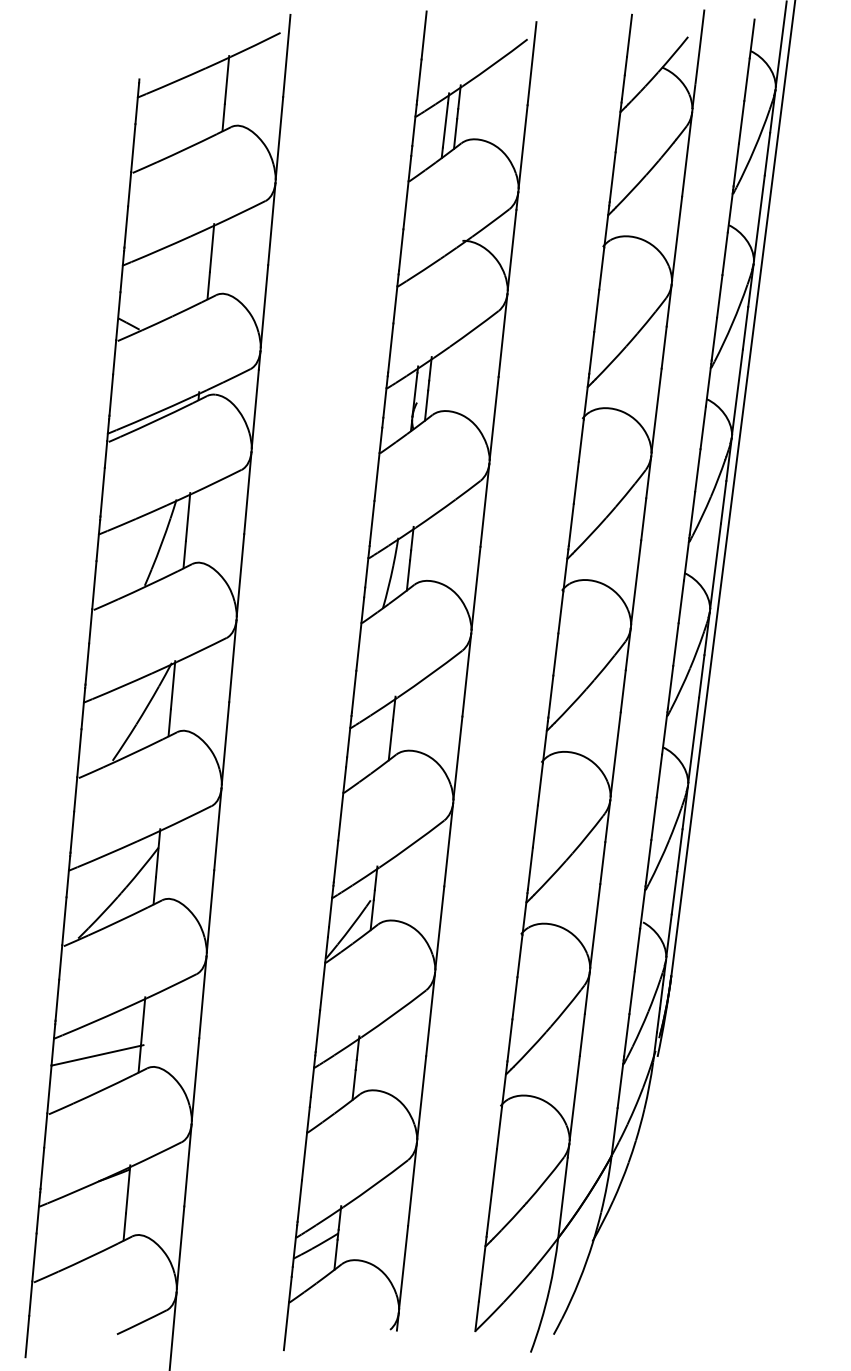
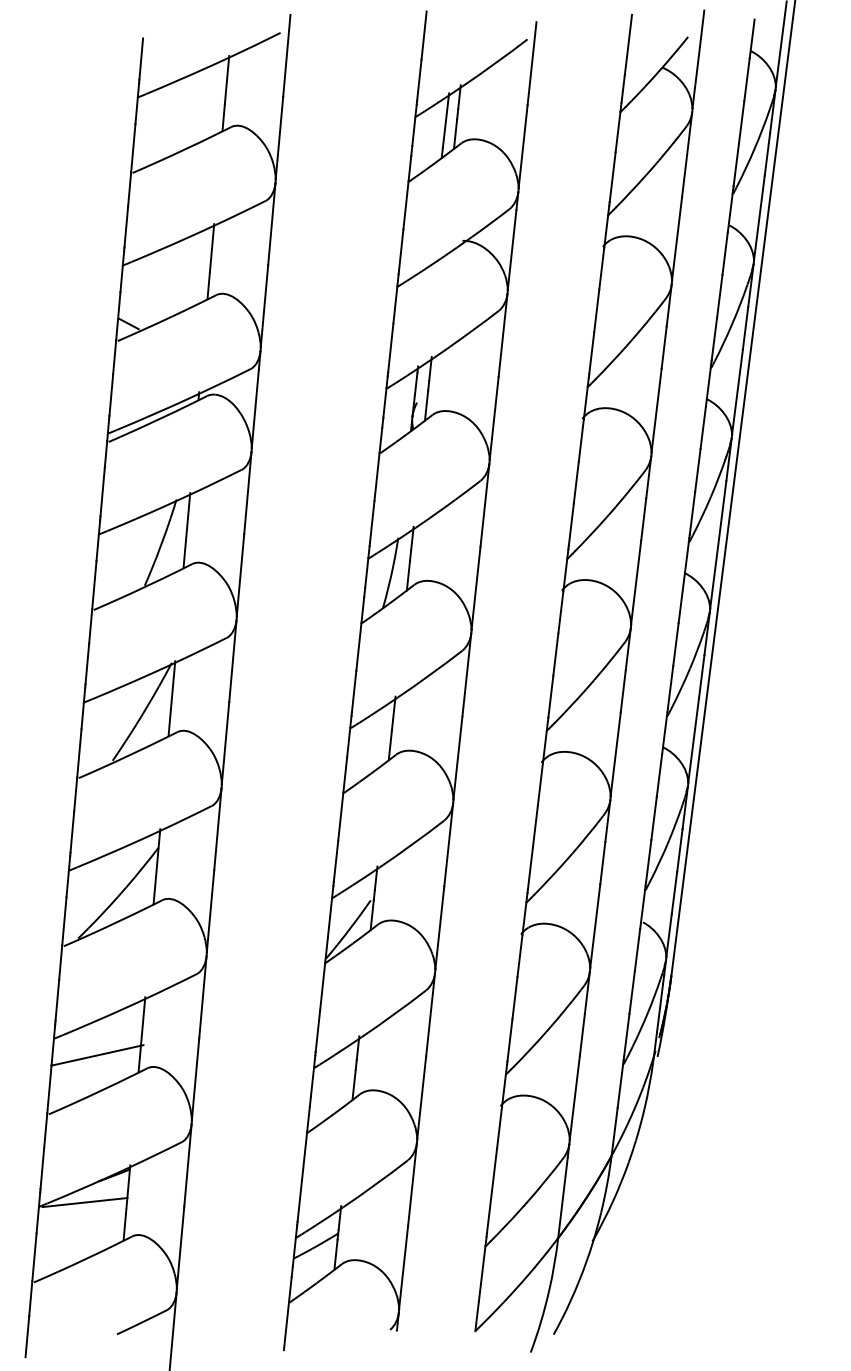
line at (141, 58): none -> present
line at (84, 1202): none -> present
